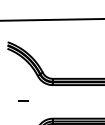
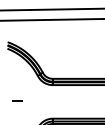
line at (51, 9): none -> present
line at (23, 100) position: (23, 100) -> (17, 100)
